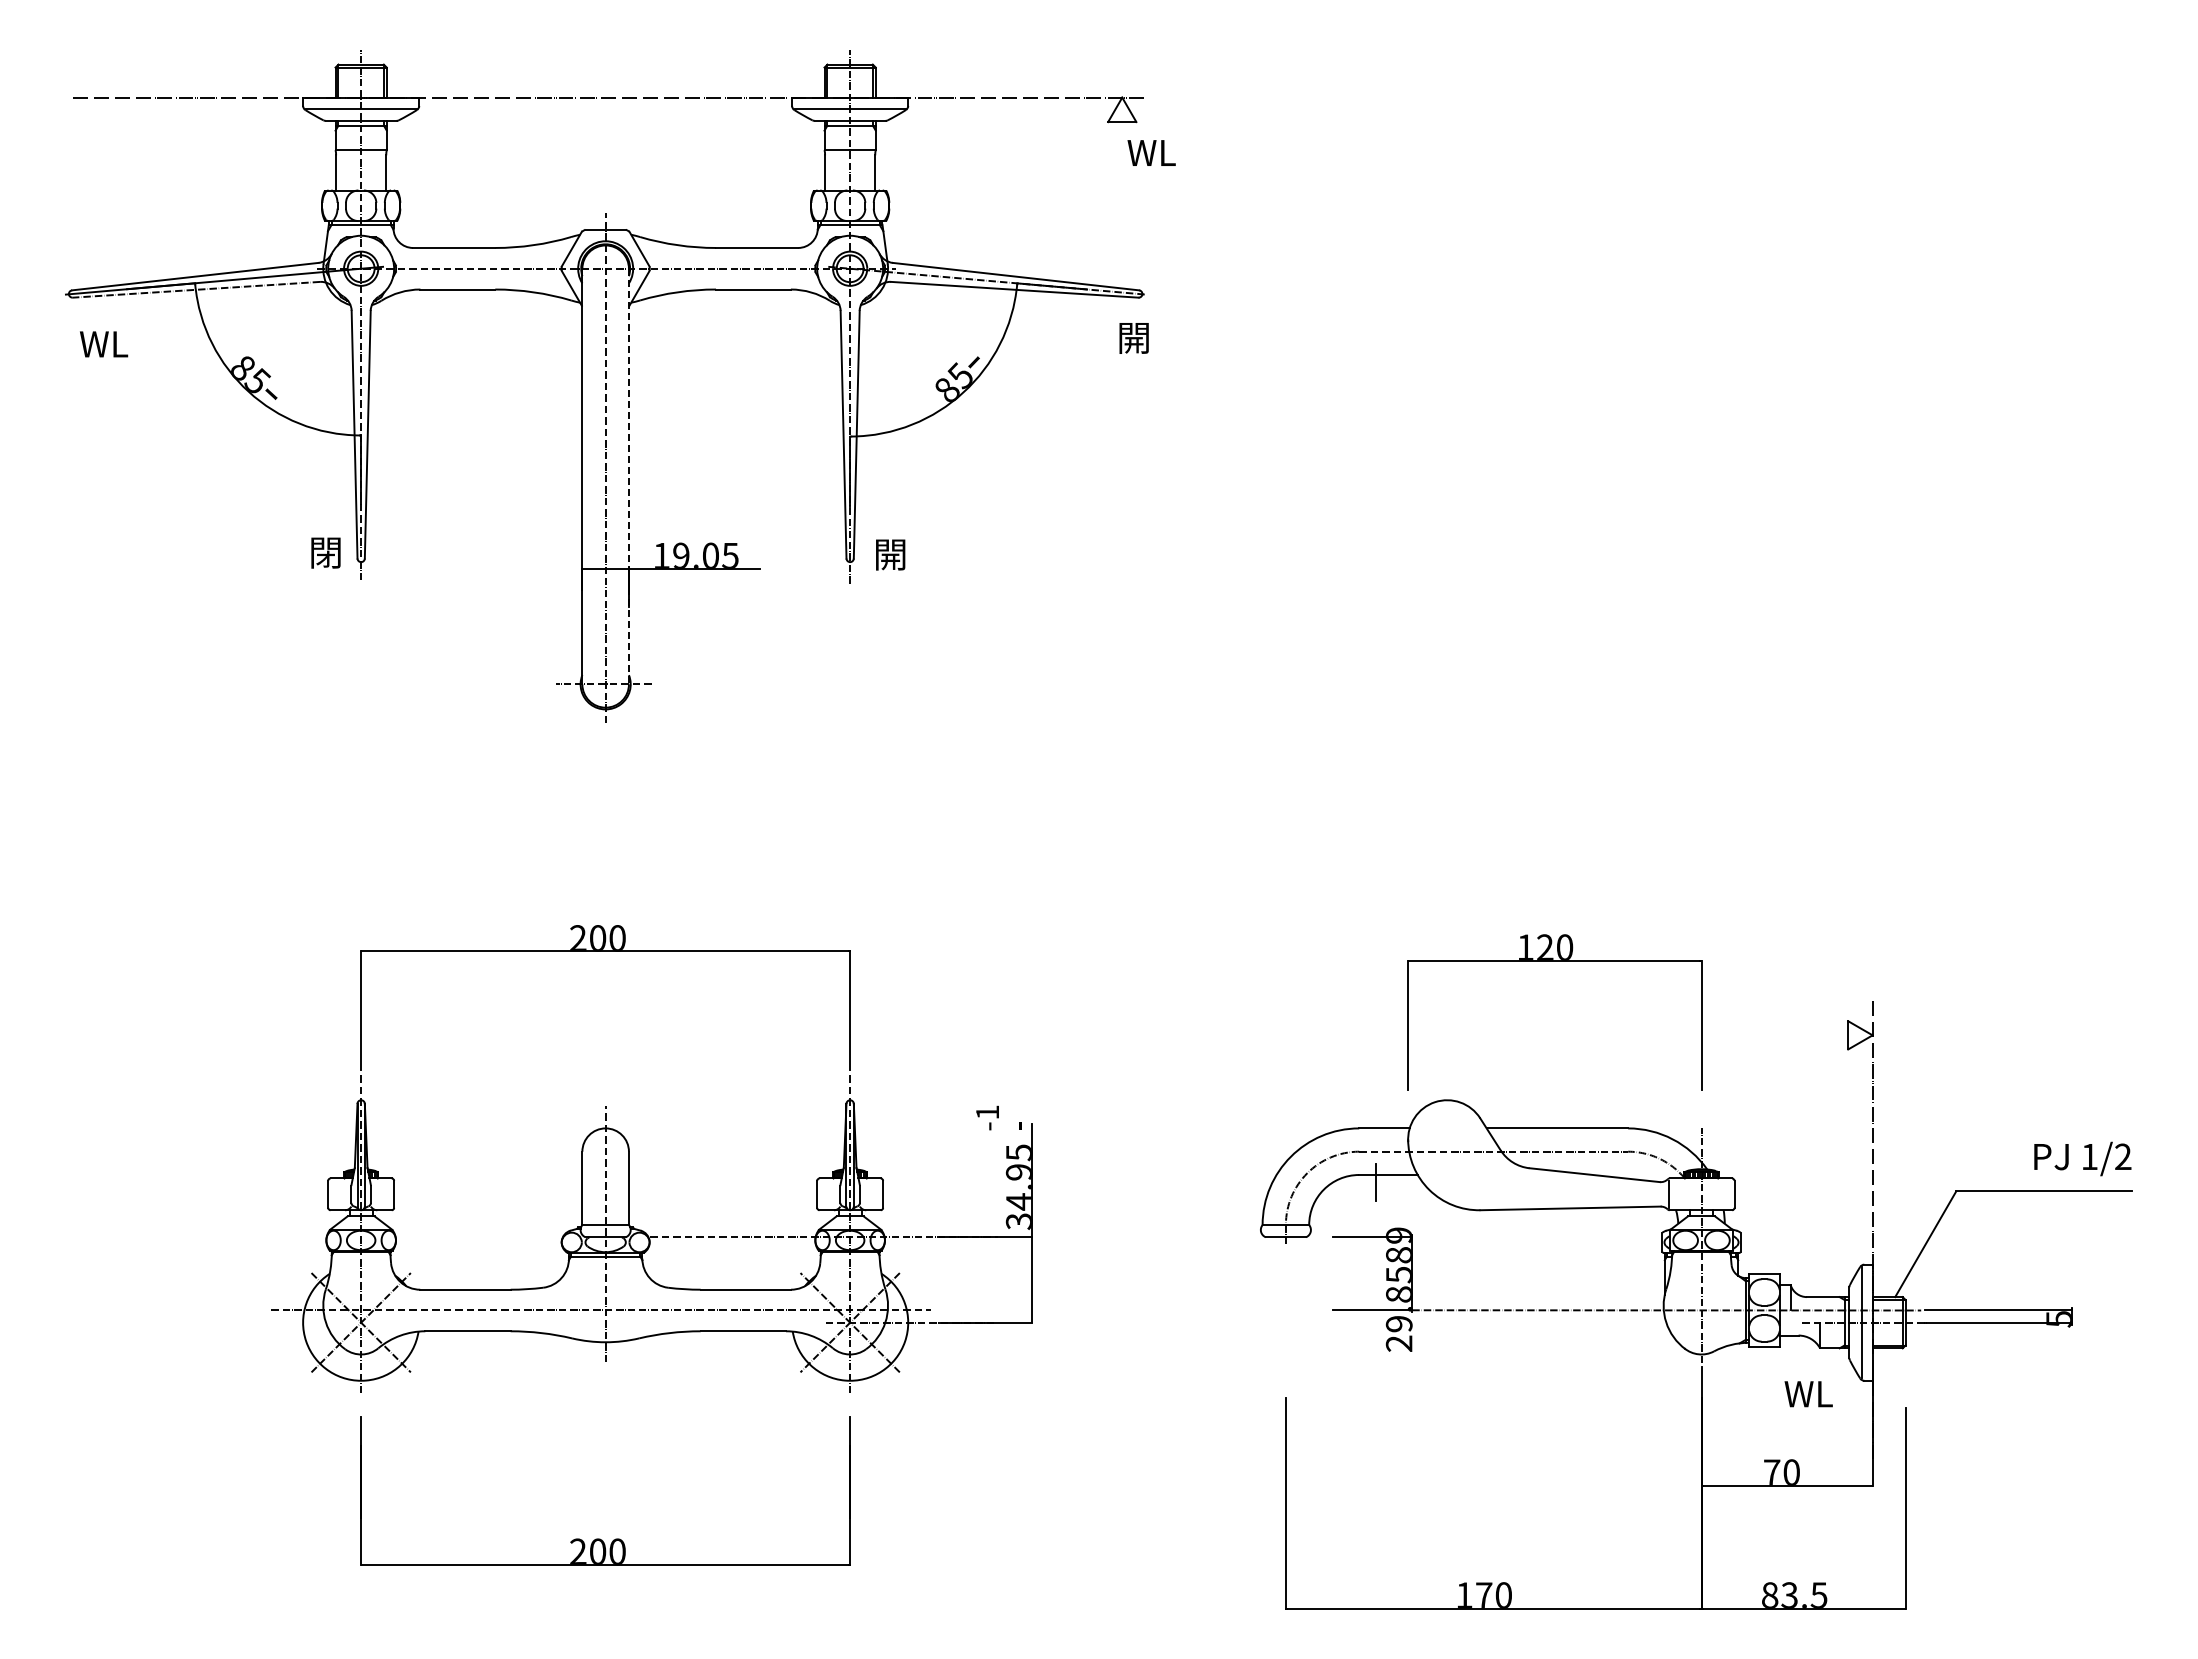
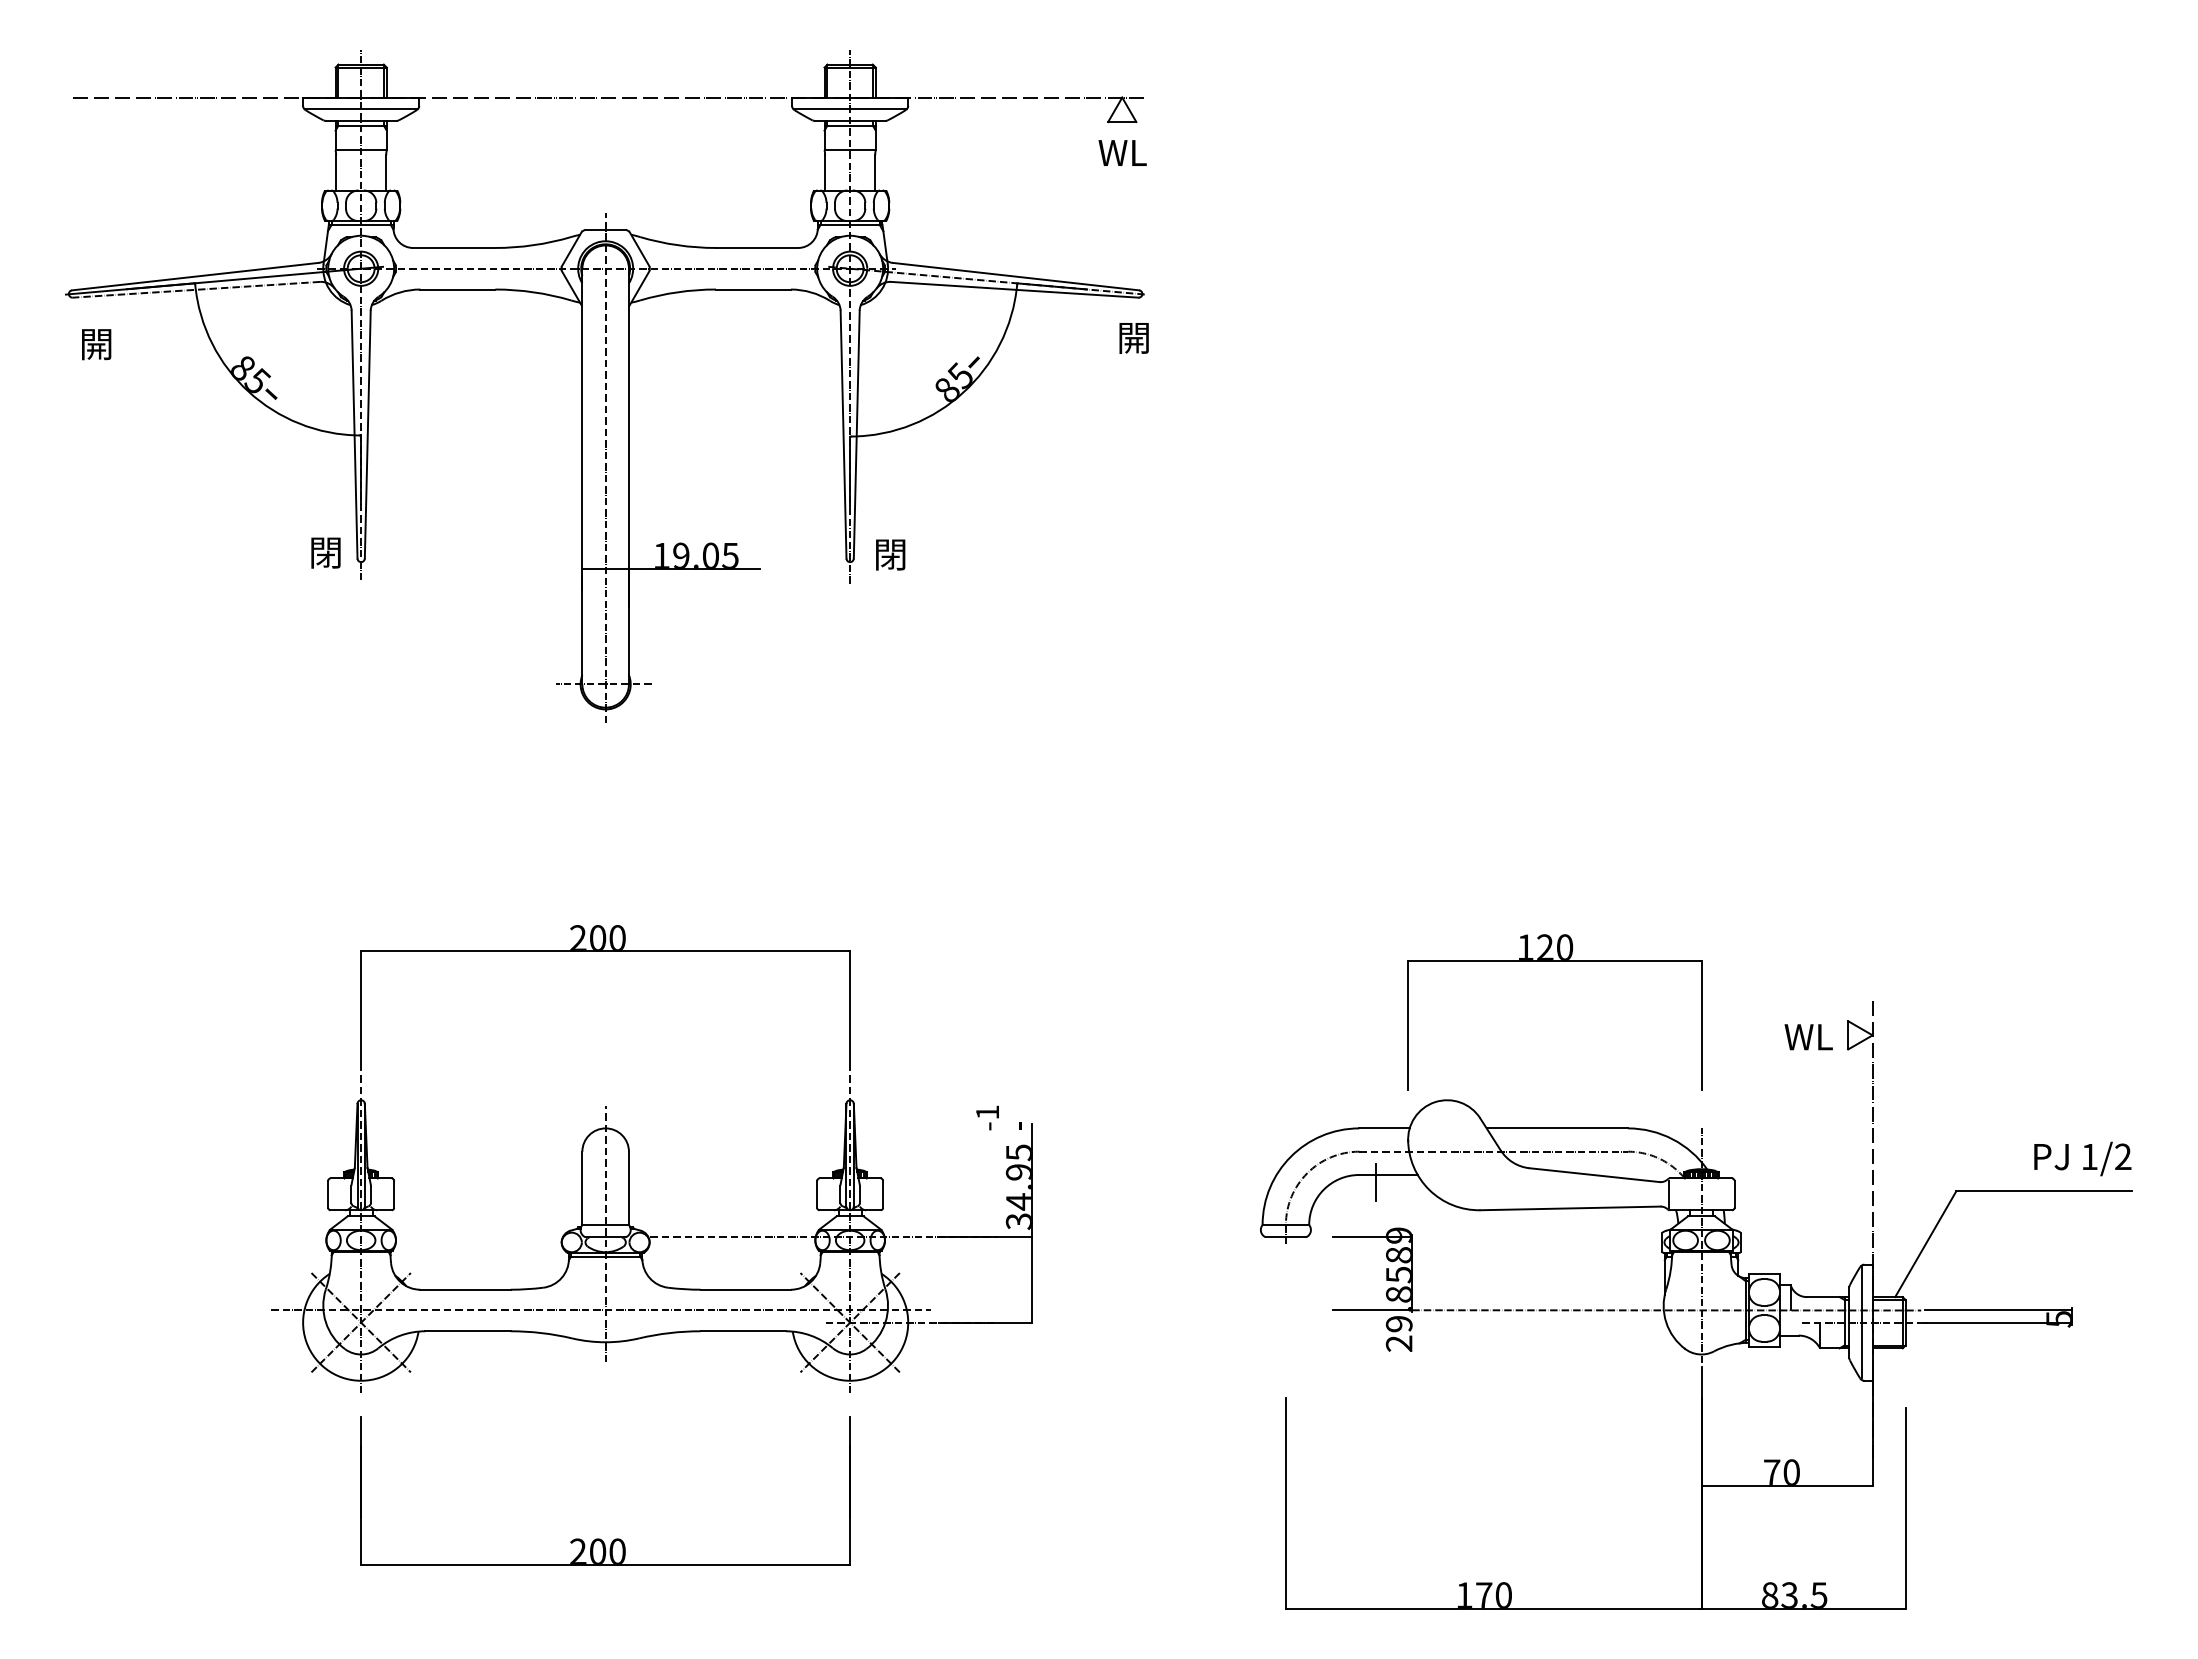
text at (1151, 152) position: (1151, 152) -> (1122, 152)
text at (103, 344): WL -> 開
line at (628, 476): dashed -> solid
text at (890, 557): 開 -> 閉
text at (1808, 1394) position: (1808, 1394) -> (1808, 1037)
